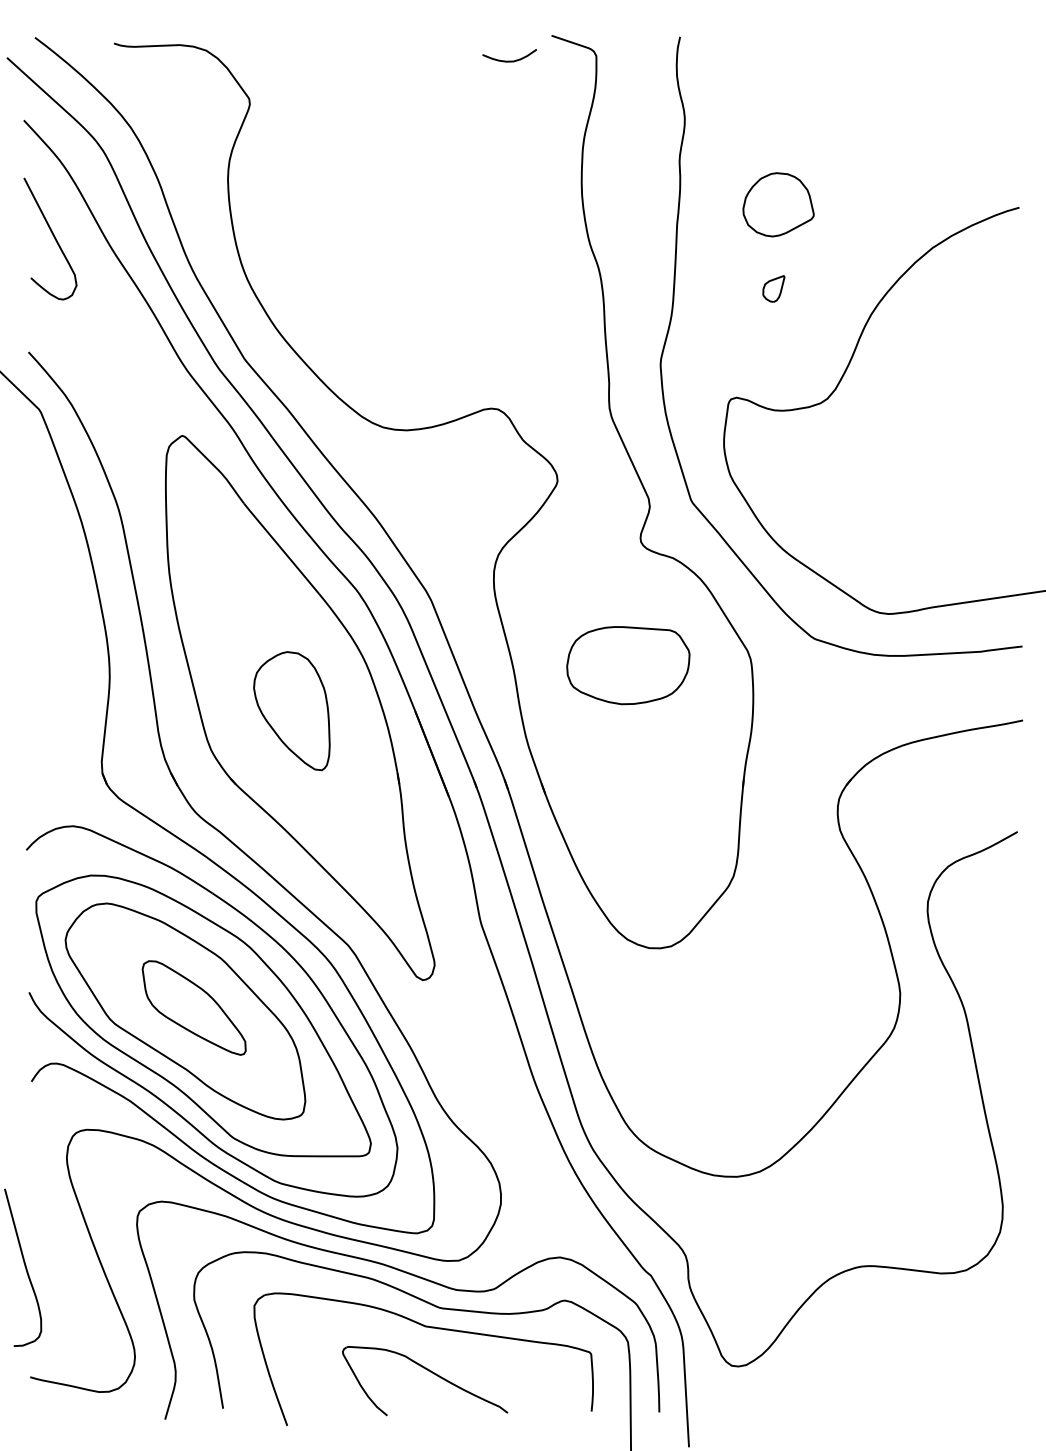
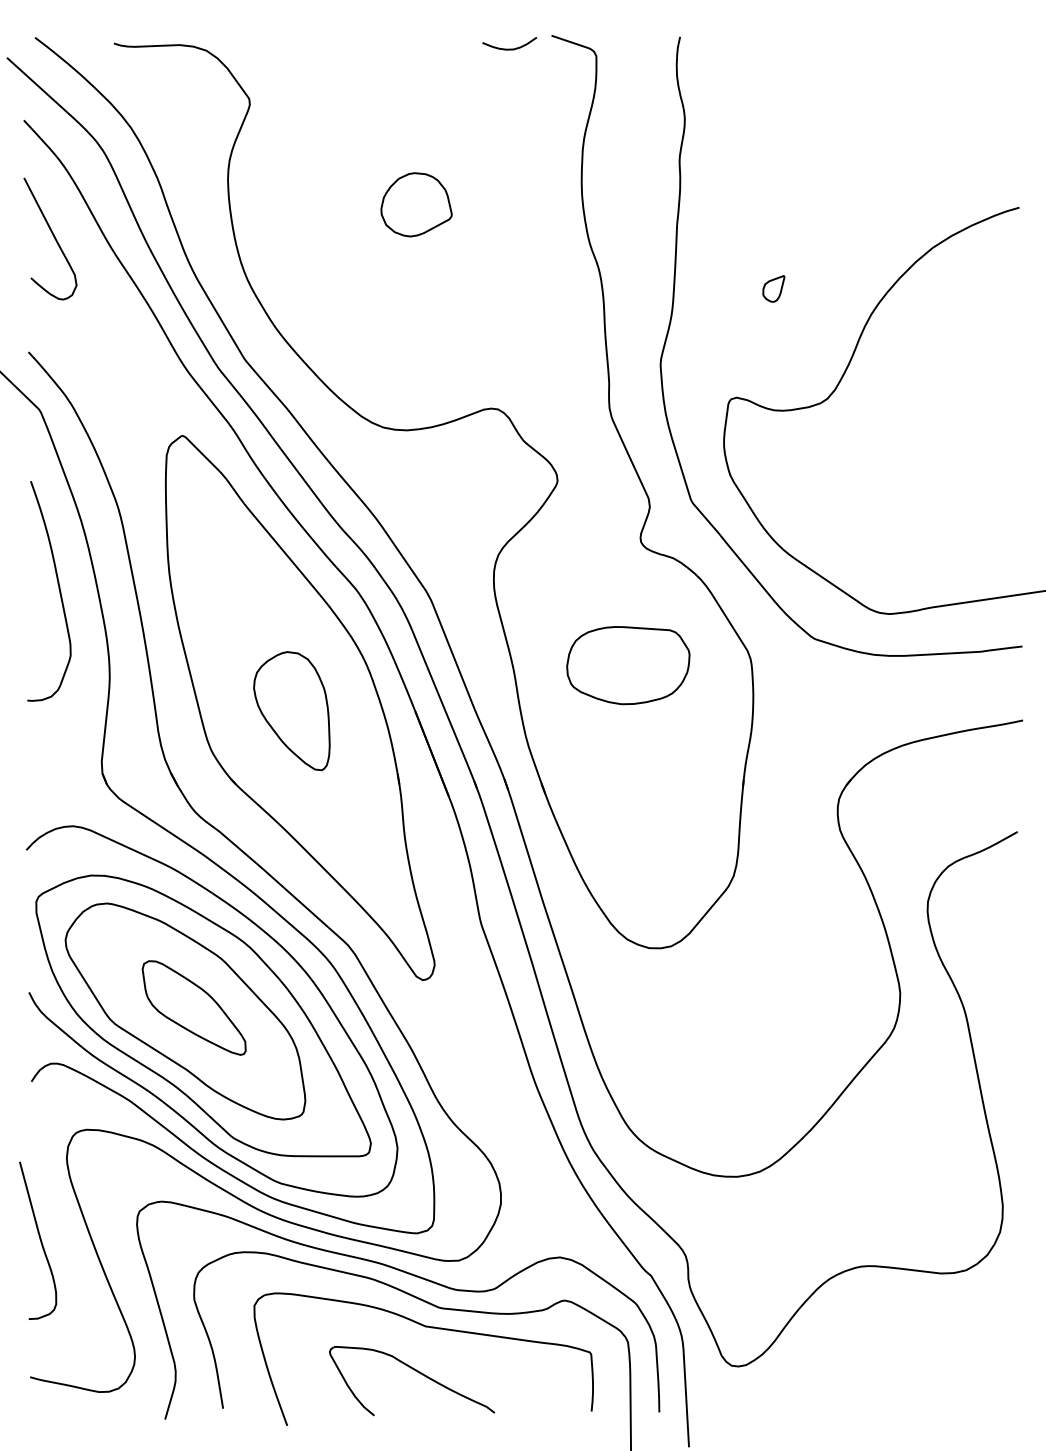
curve at (509, 60) position: (509, 60) -> (509, 48)
part at (778, 204) position: (778, 204) -> (416, 204)
curve at (58, 589): none -> present
curve at (24, 1266) position: (24, 1266) -> (39, 1239)
part at (430, 1372) position: (430, 1372) -> (417, 1372)
